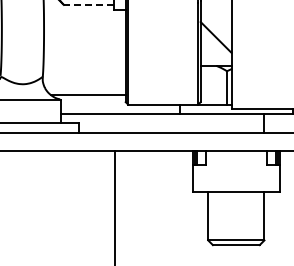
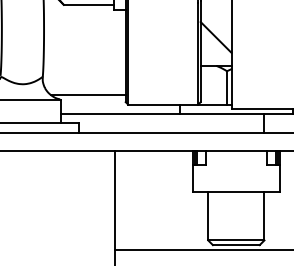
line at (88, 4): dashed -> solid
line at (202, 249): none -> present
